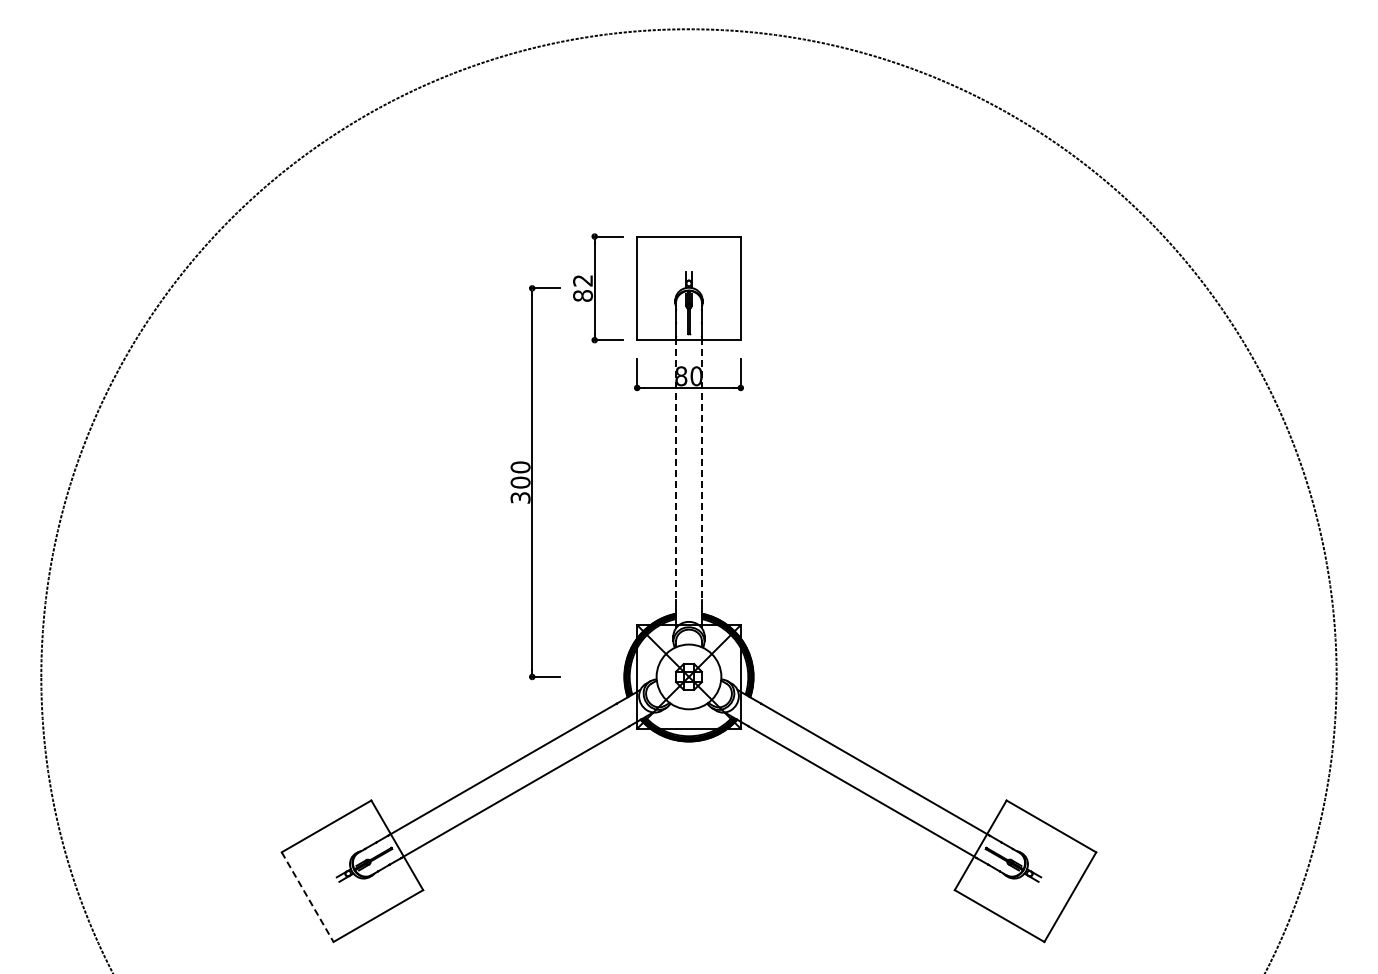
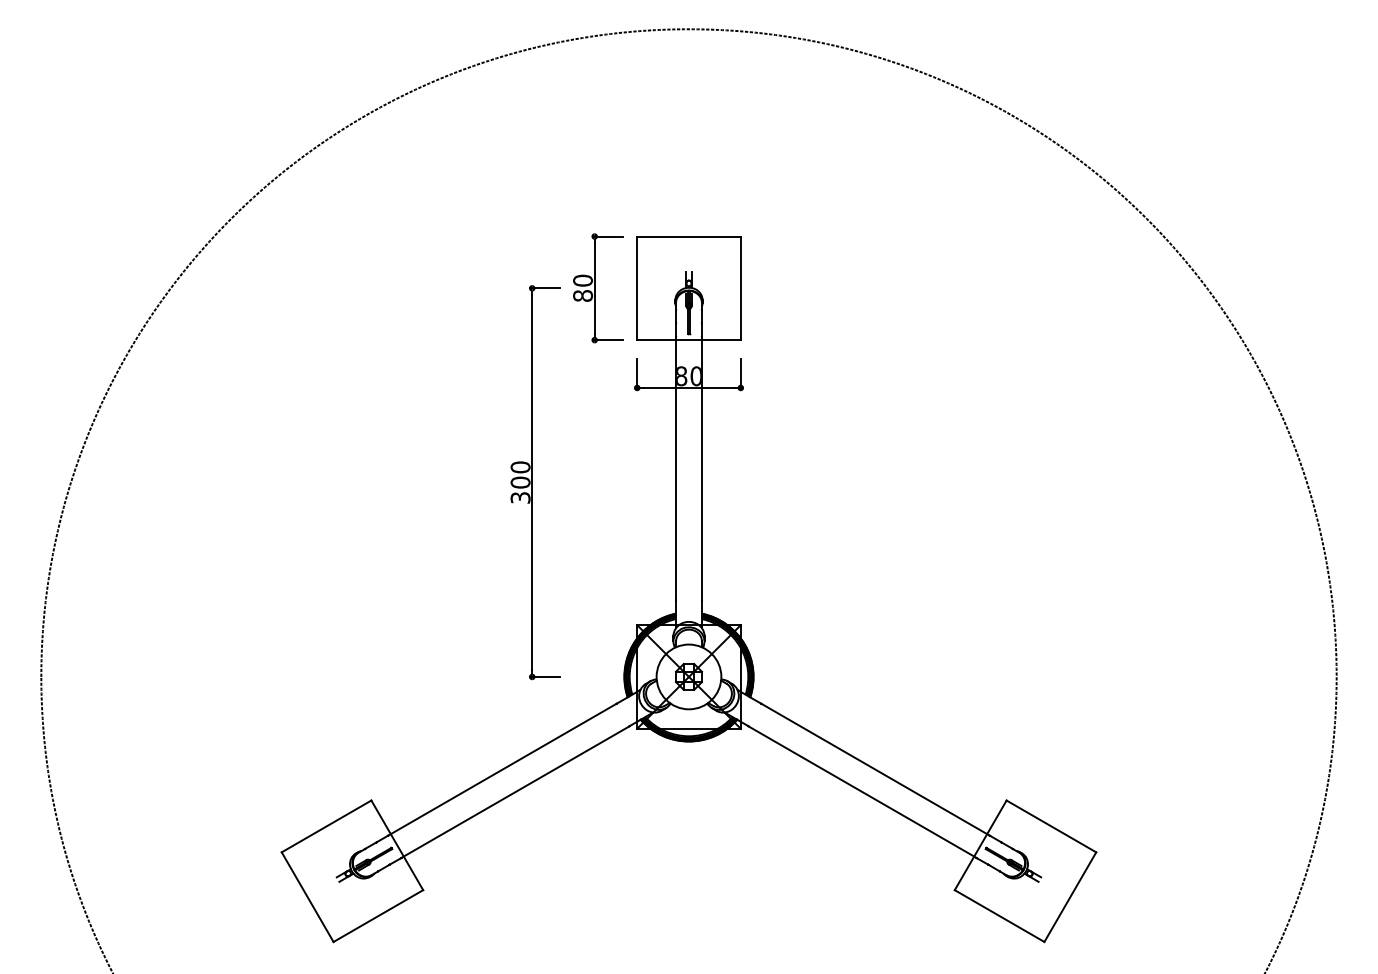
text at (583, 280): 82 -> 80
line at (676, 469): dashed -> solid
line at (701, 469): dashed -> solid
line at (307, 897): dashed -> solid
